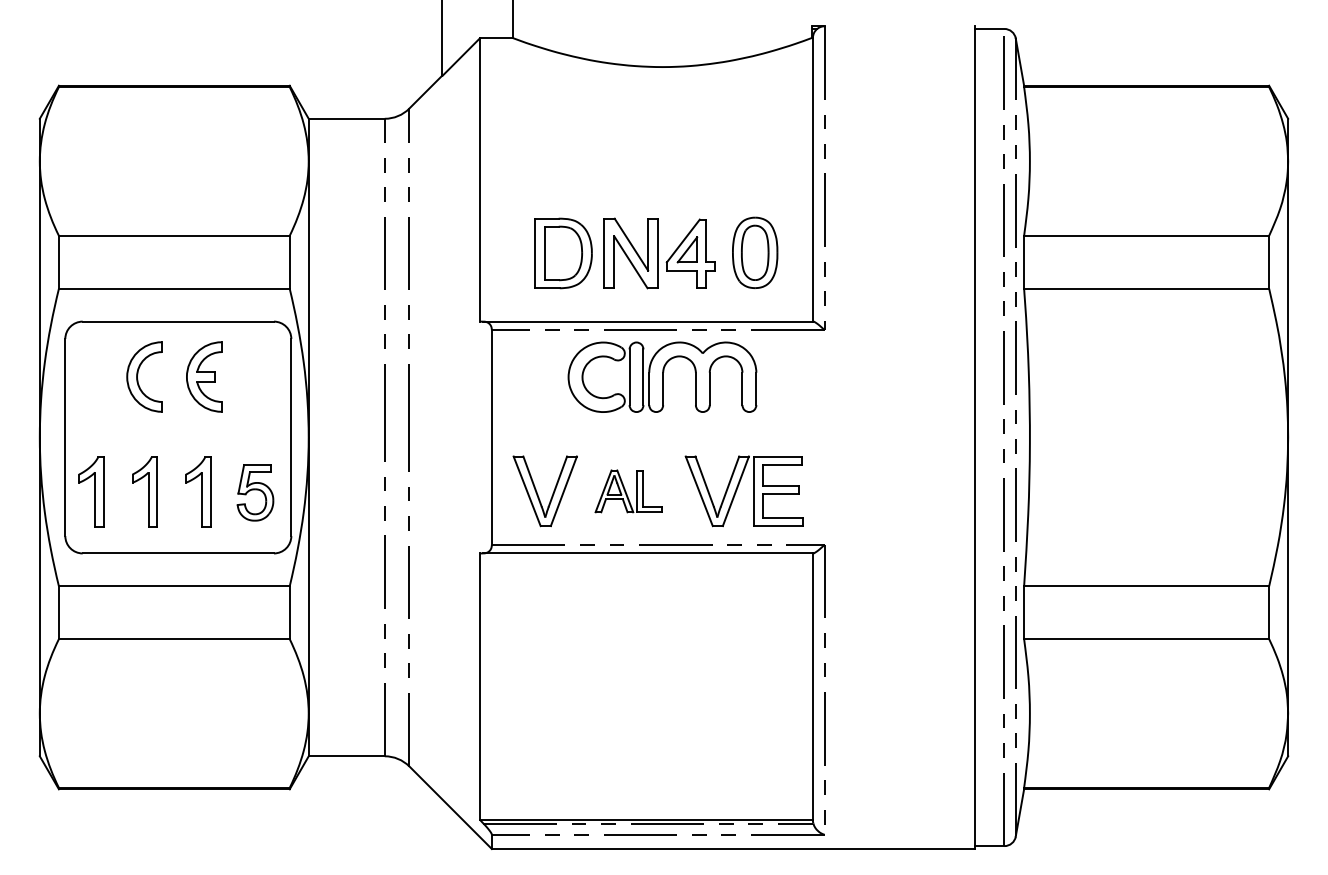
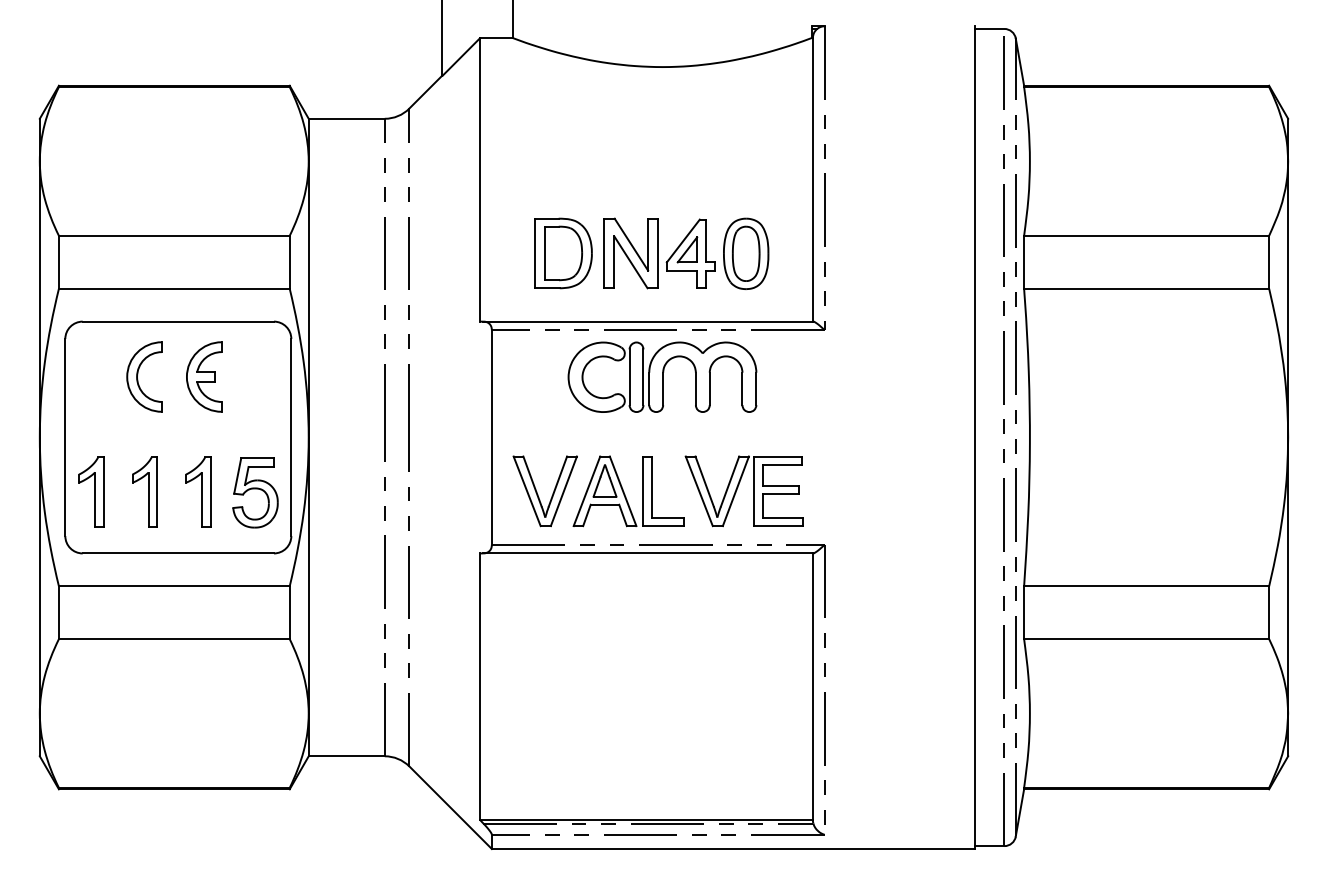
part at (755, 252) position: (755, 252) -> (746, 253)
part at (628, 491) size: 69x45 px -> 113x73 px
part at (255, 492) size: 39x58 px -> 47x72 px
